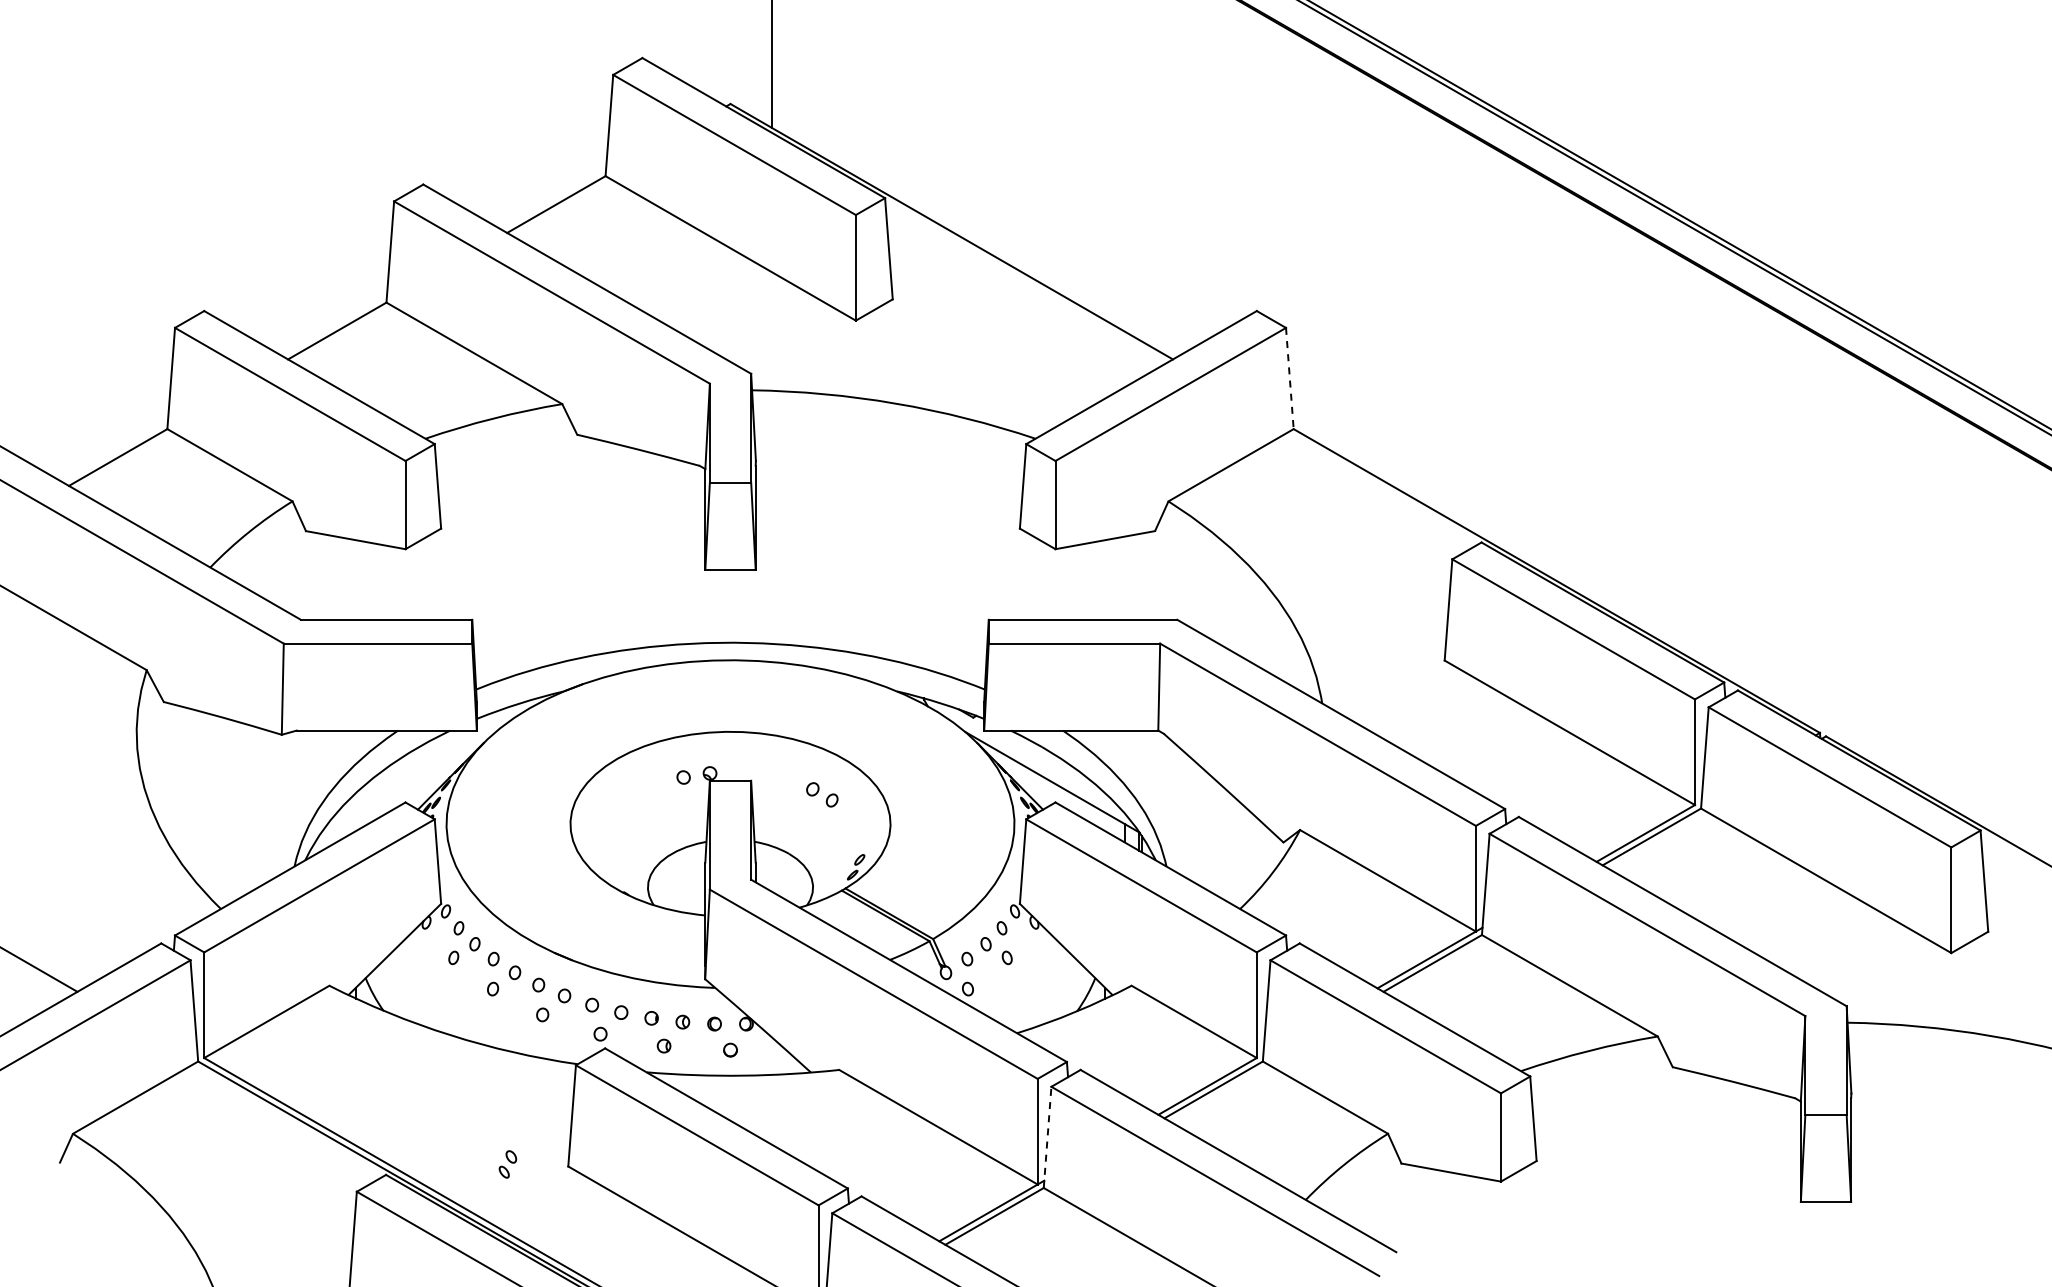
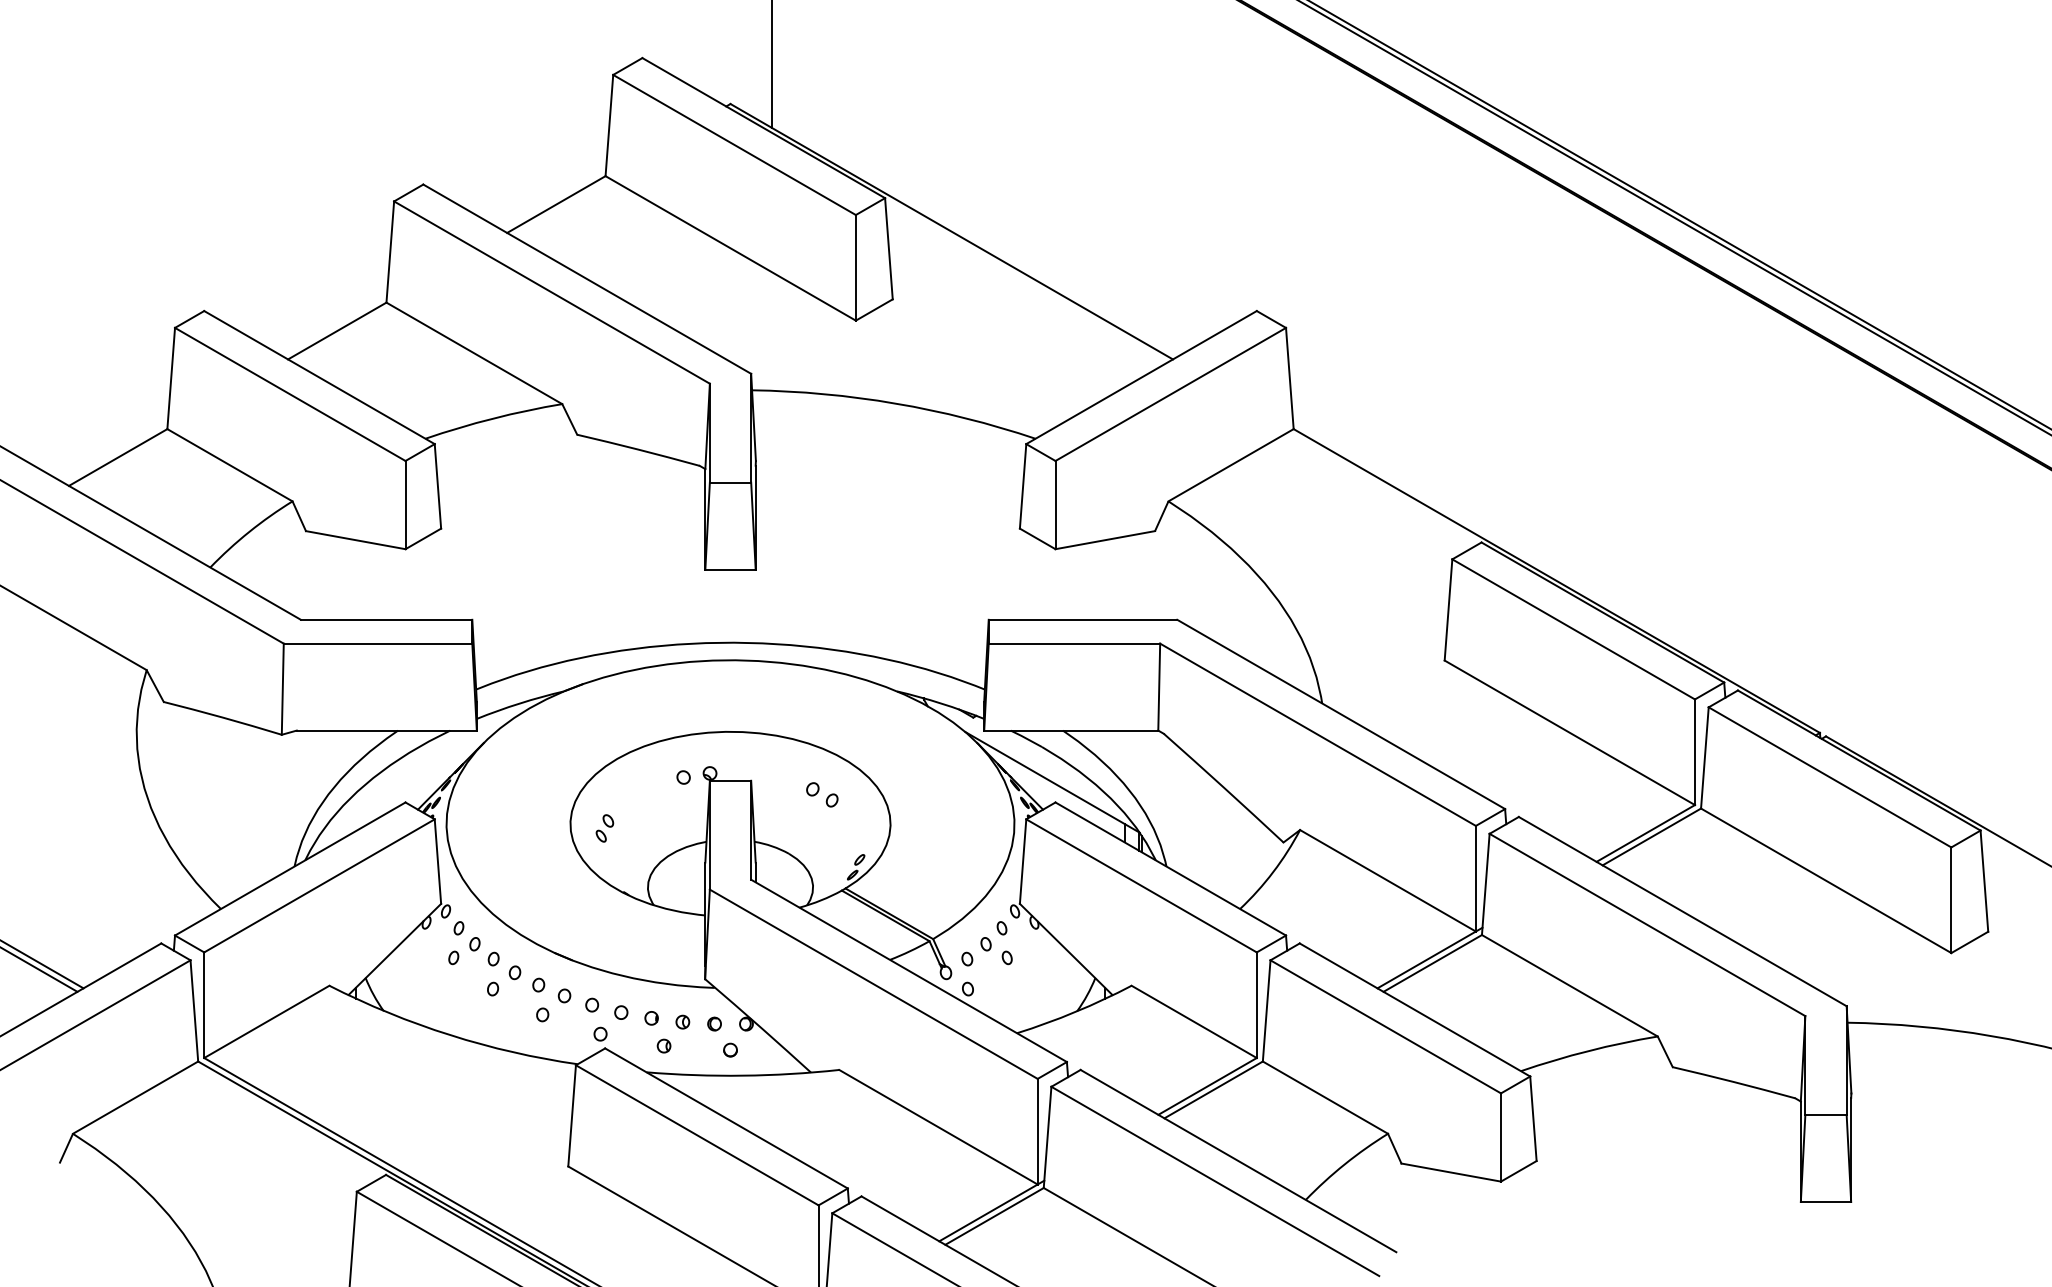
line at (1289, 378): dashed -> solid
line at (42, 964): none -> present
line at (1047, 1137): dashed -> solid
part at (507, 1164) position: (507, 1164) -> (604, 828)
